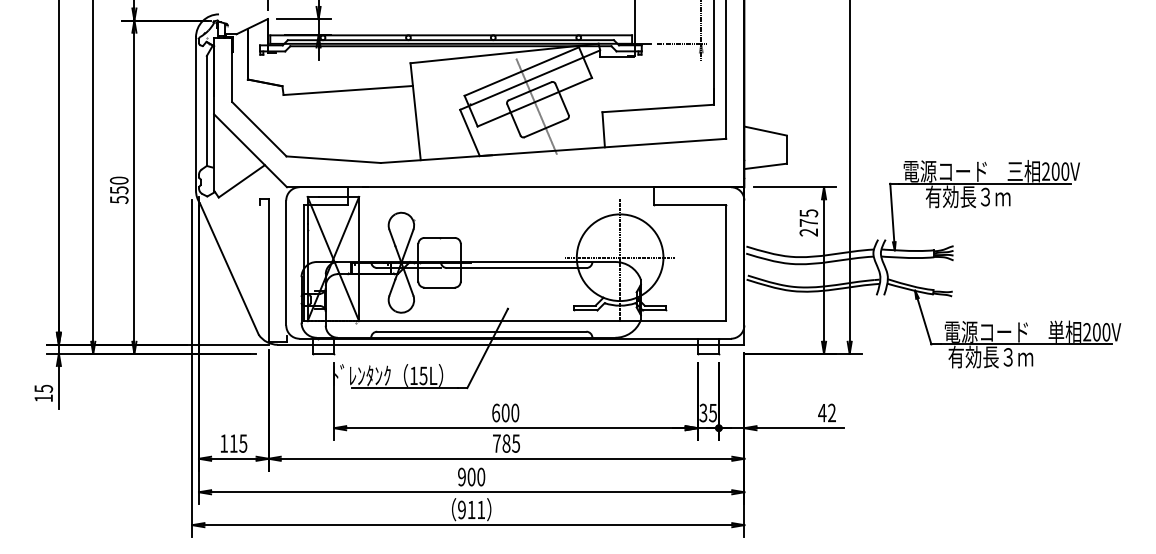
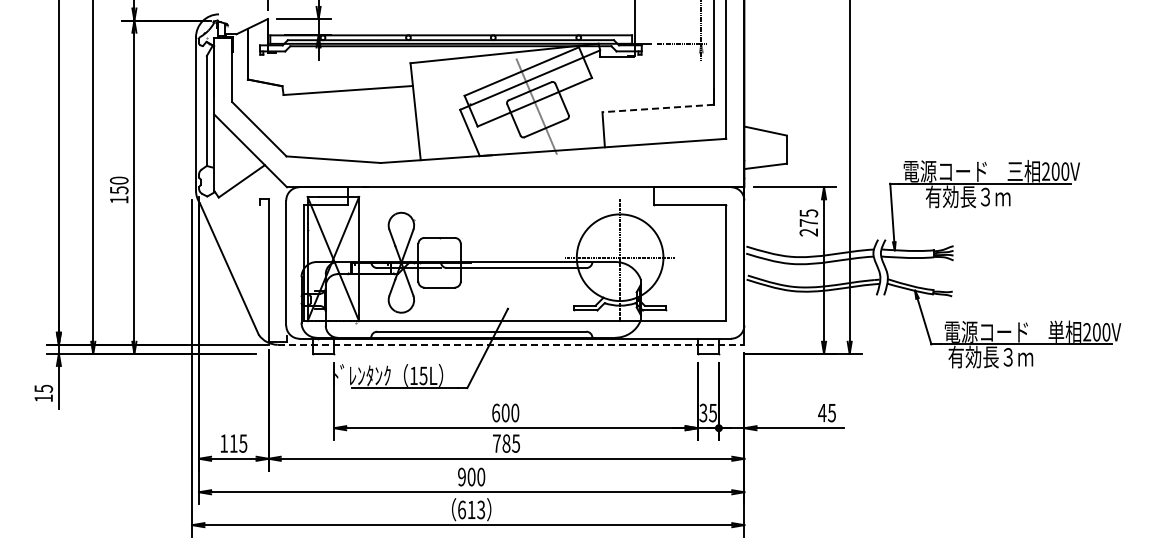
line at (658, 108): solid -> dashed
text at (119, 199): 550 -> 150
line at (511, 344): solid -> dashed
text at (831, 412): 42 -> 45
text at (471, 509): 911 -> 613
